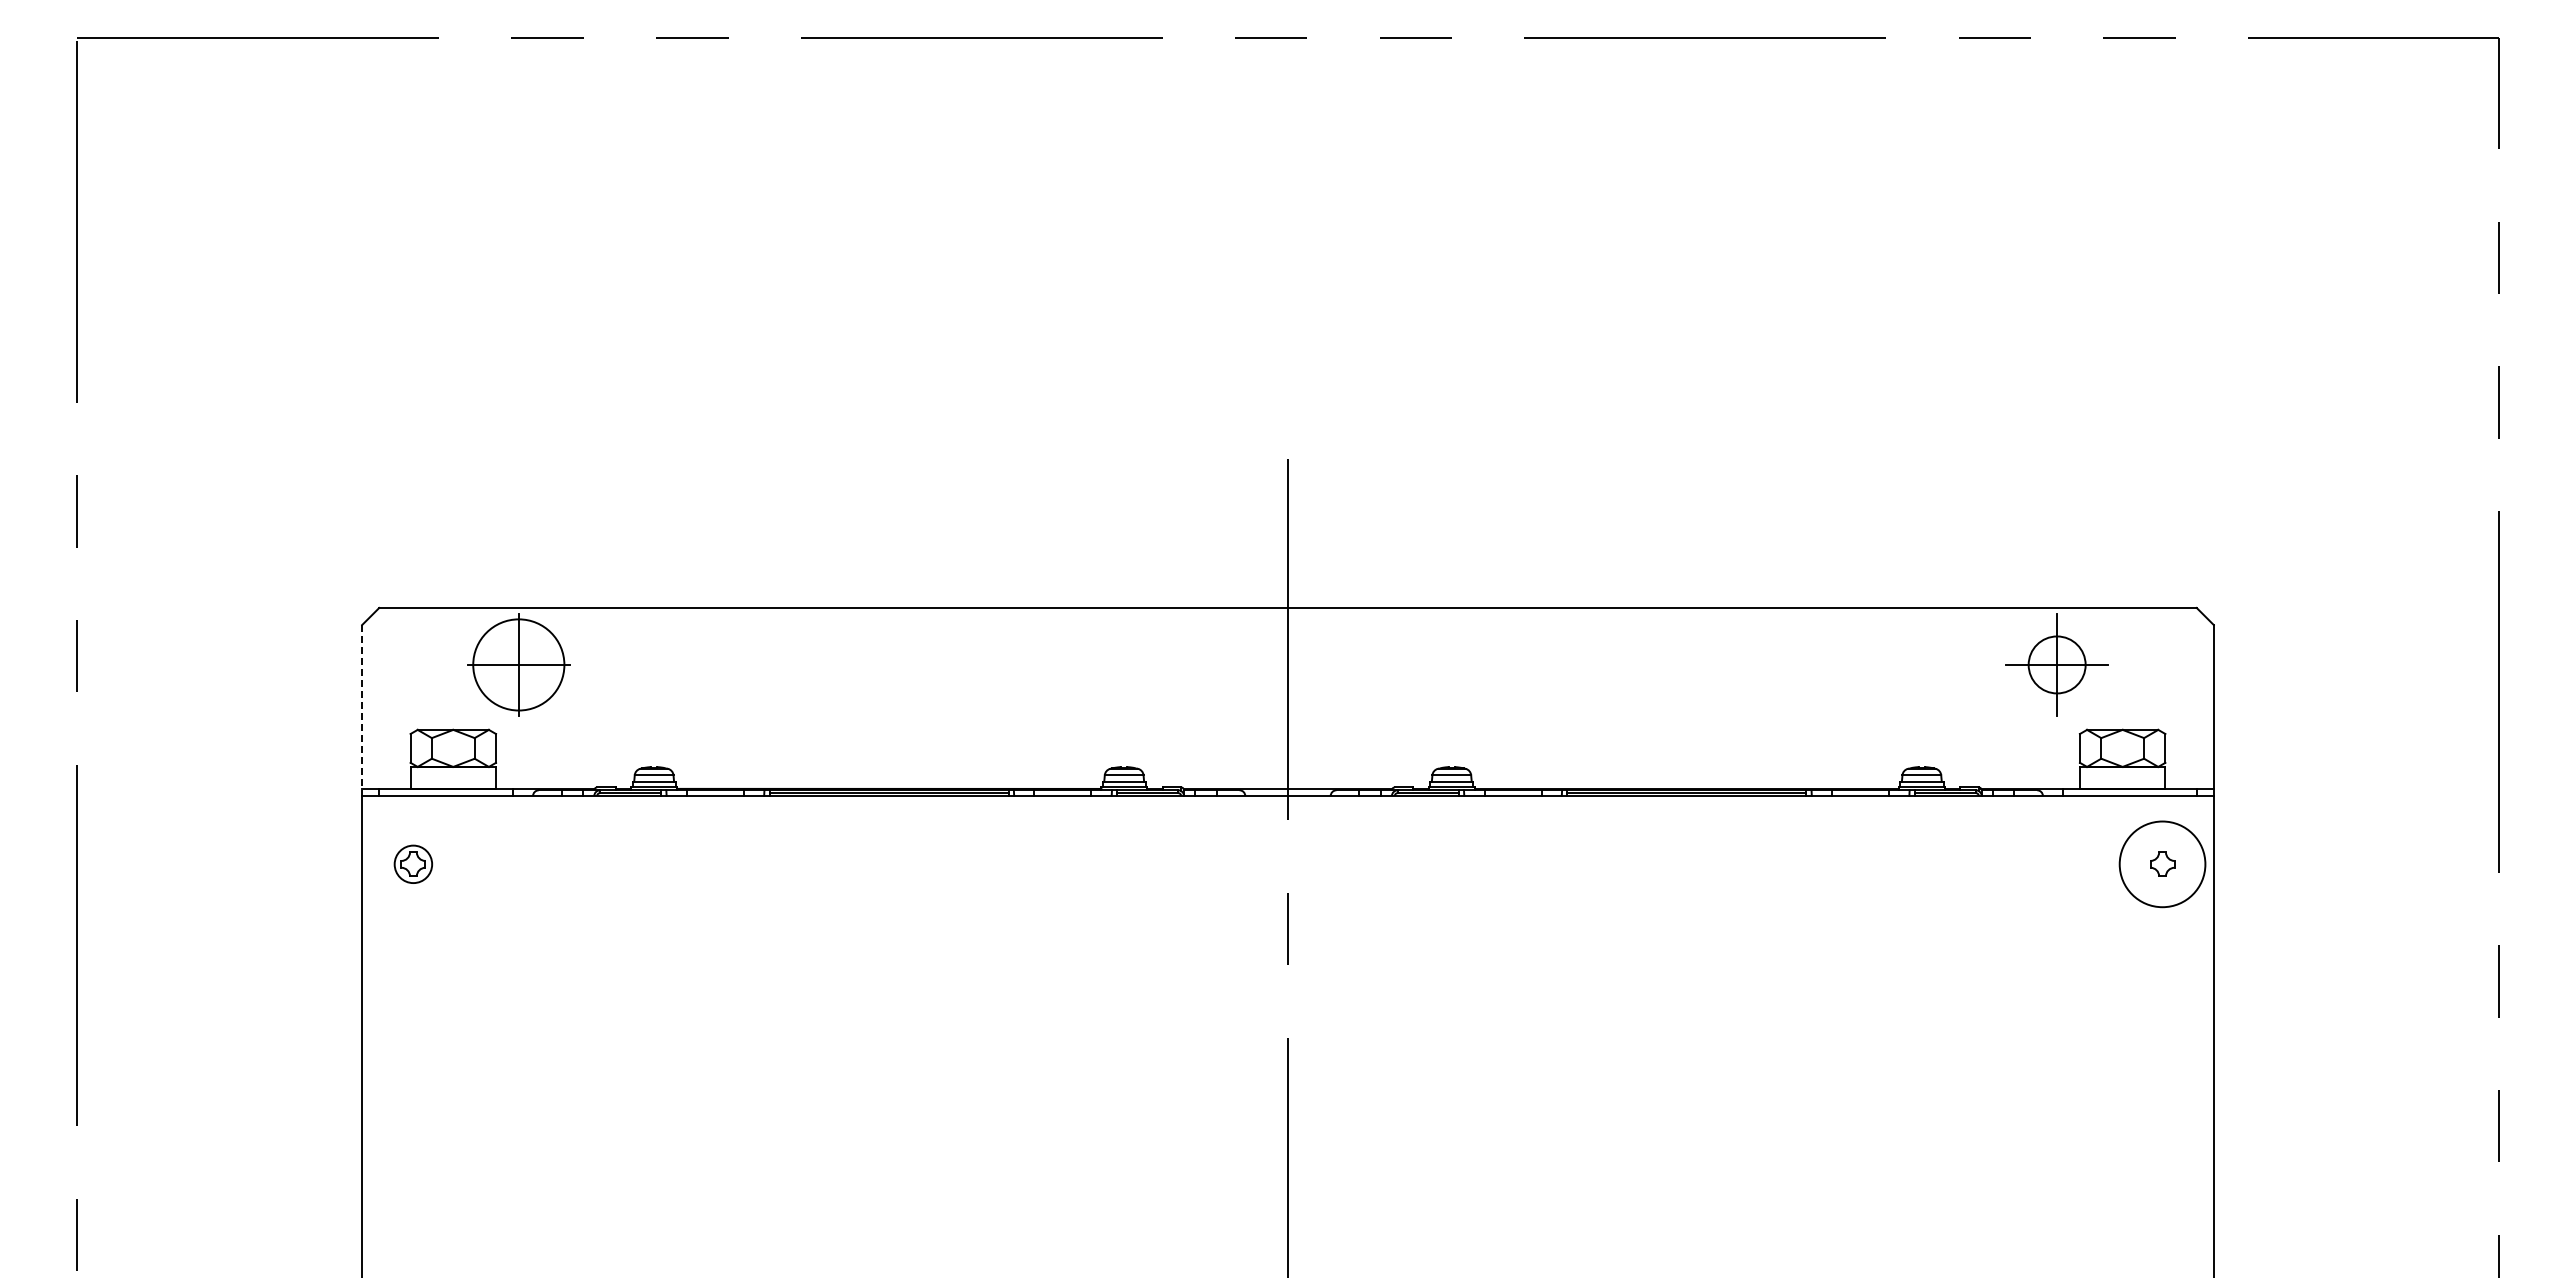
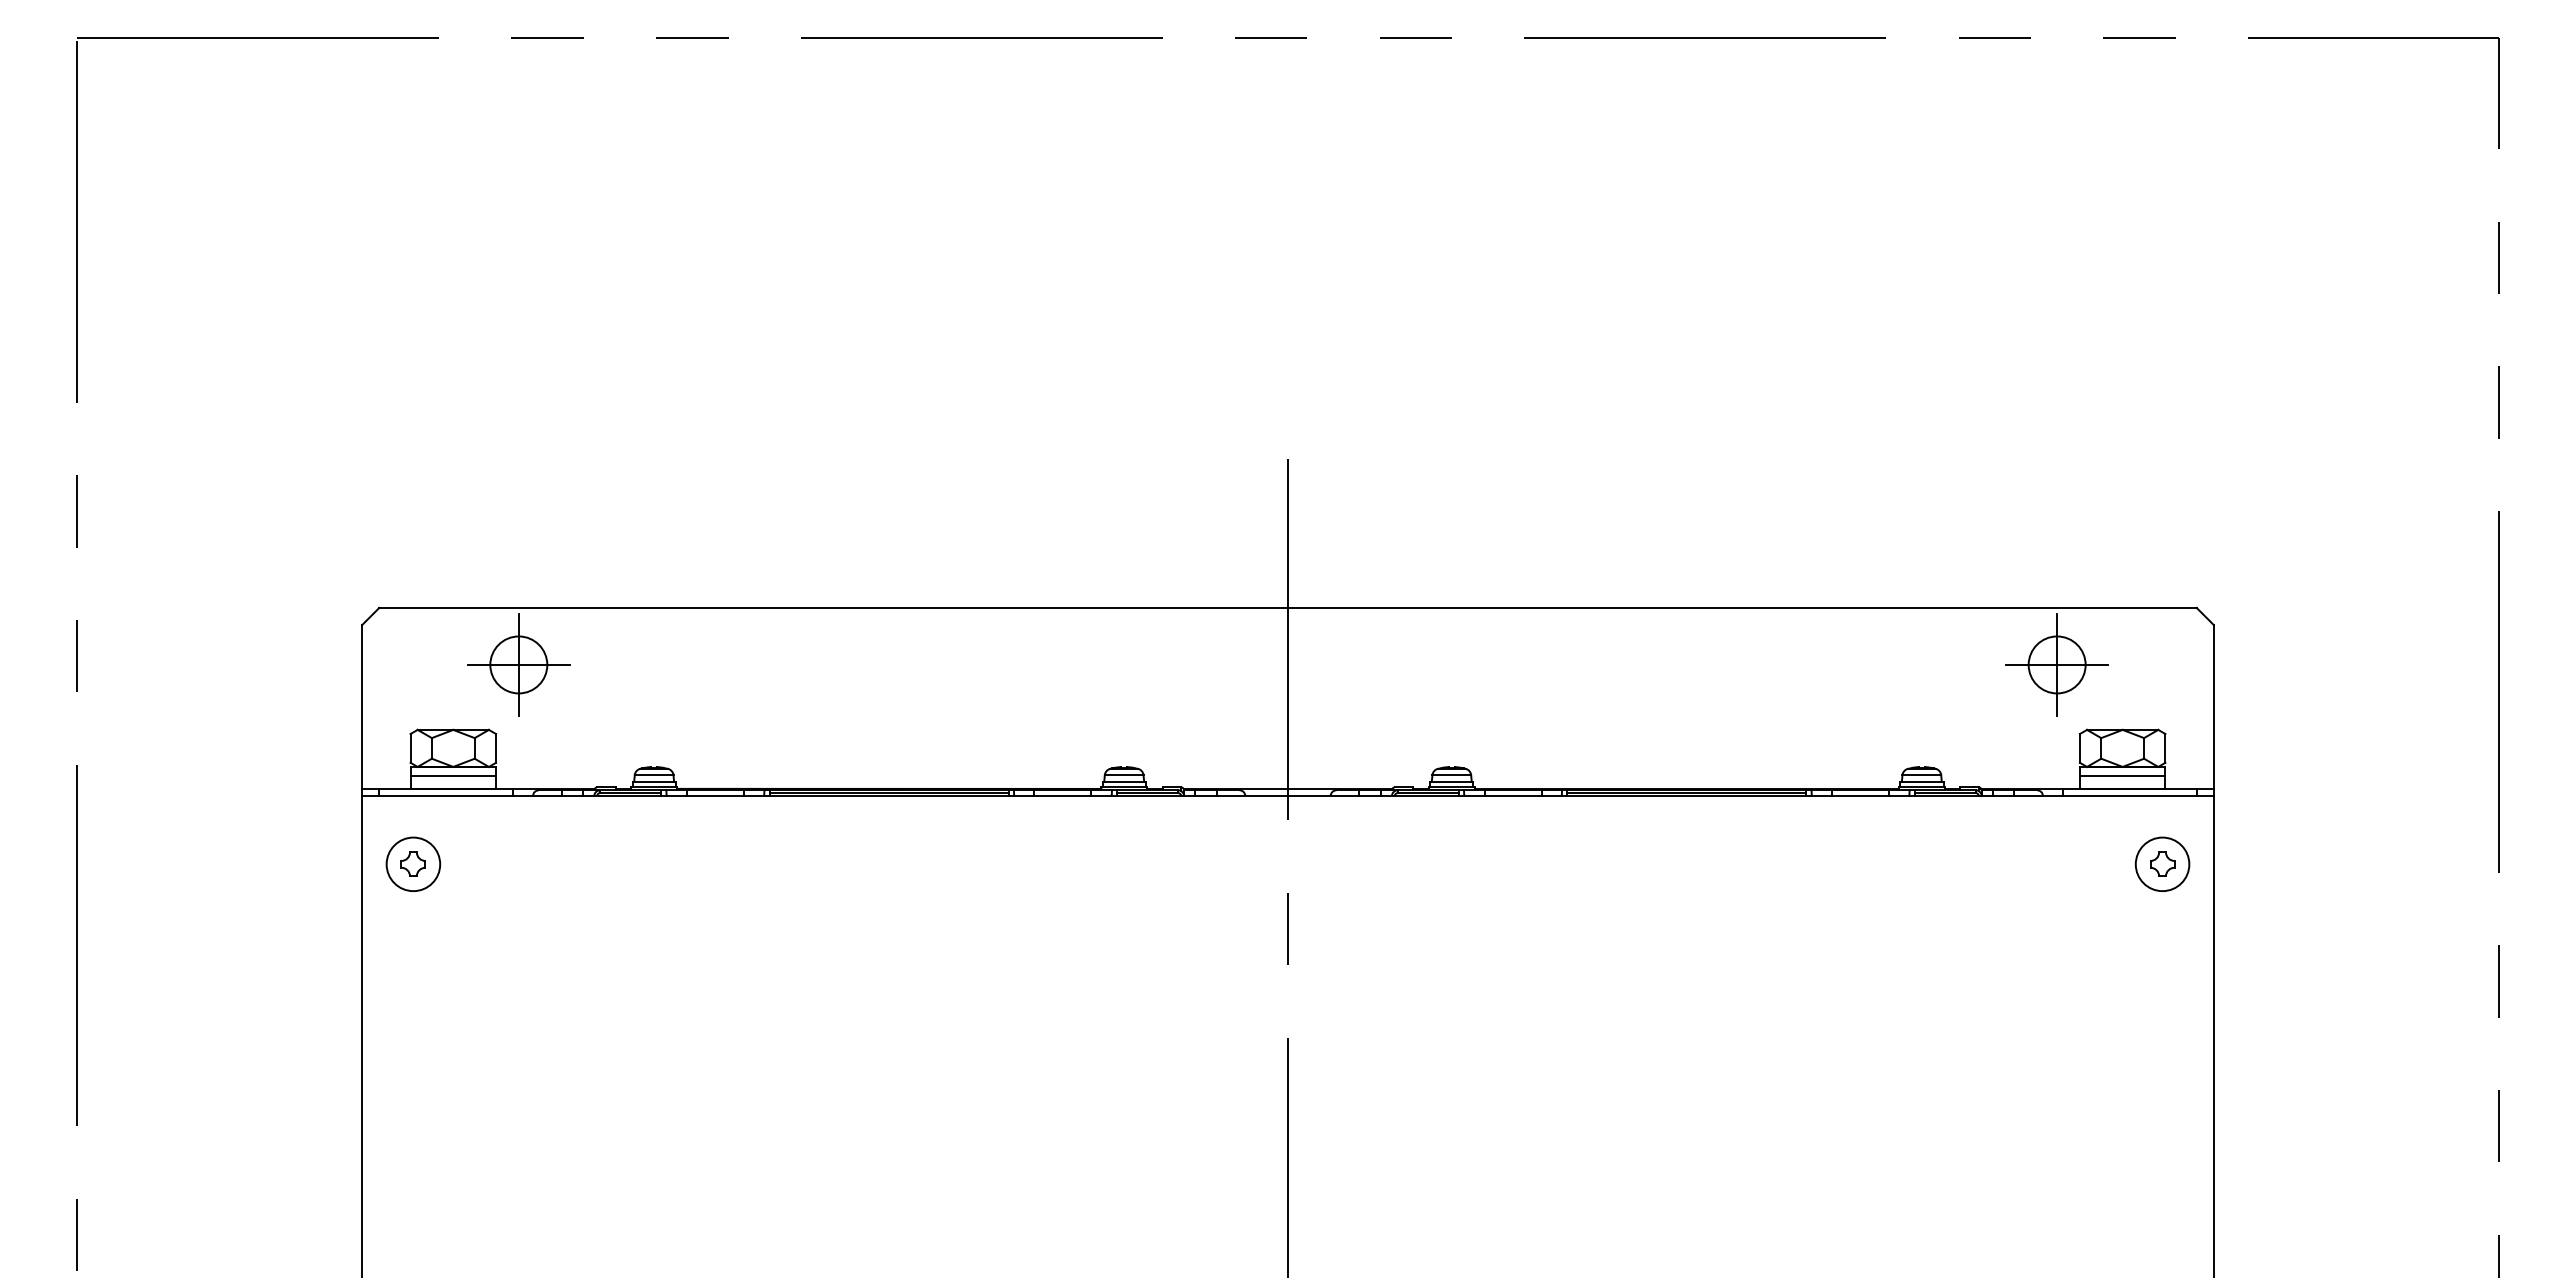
circle at (518, 664) diameter: 91 px -> 57 px
line at (362, 711): dashed -> solid
line at (453, 776): none -> present
line at (2122, 776): none -> present
circle at (413, 864) diameter: 37 px -> 54 px
circle at (2162, 864) diameter: 86 px -> 54 px
